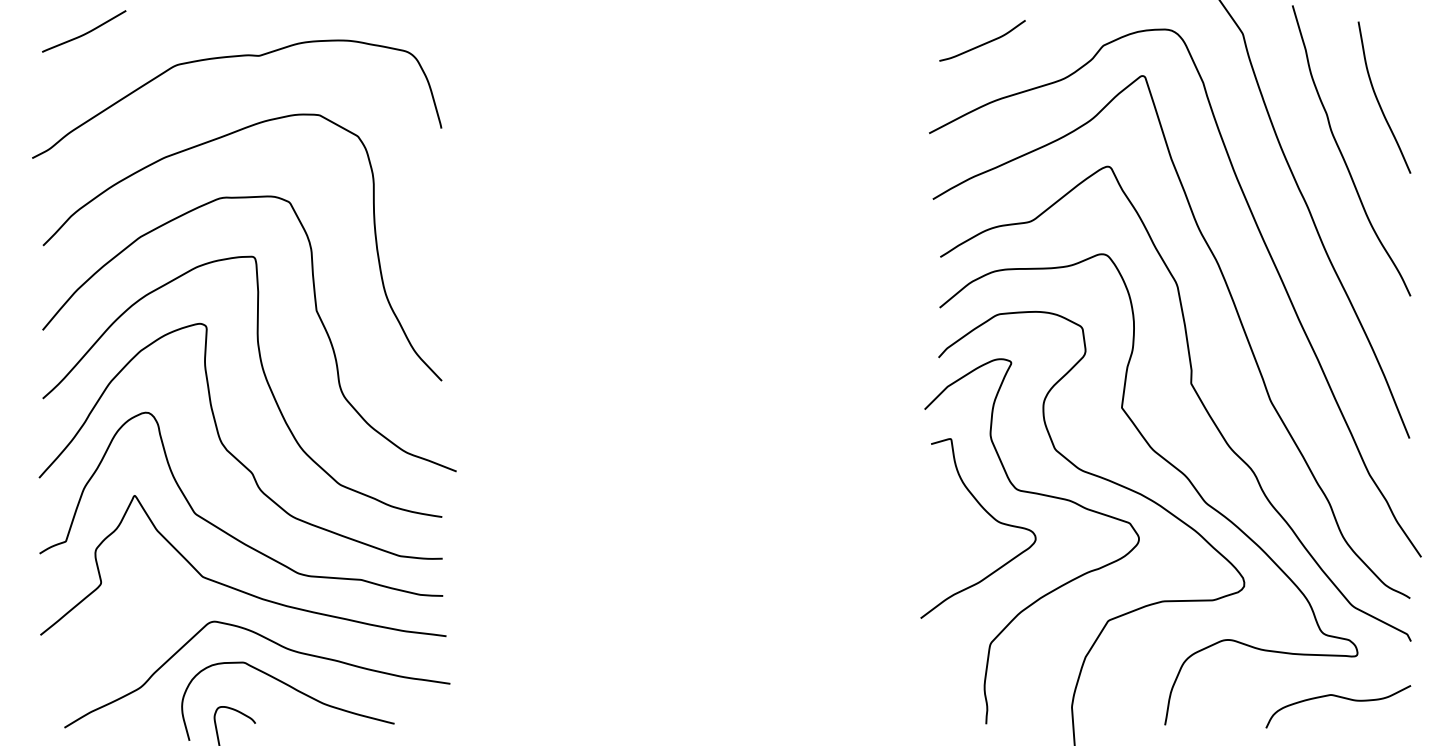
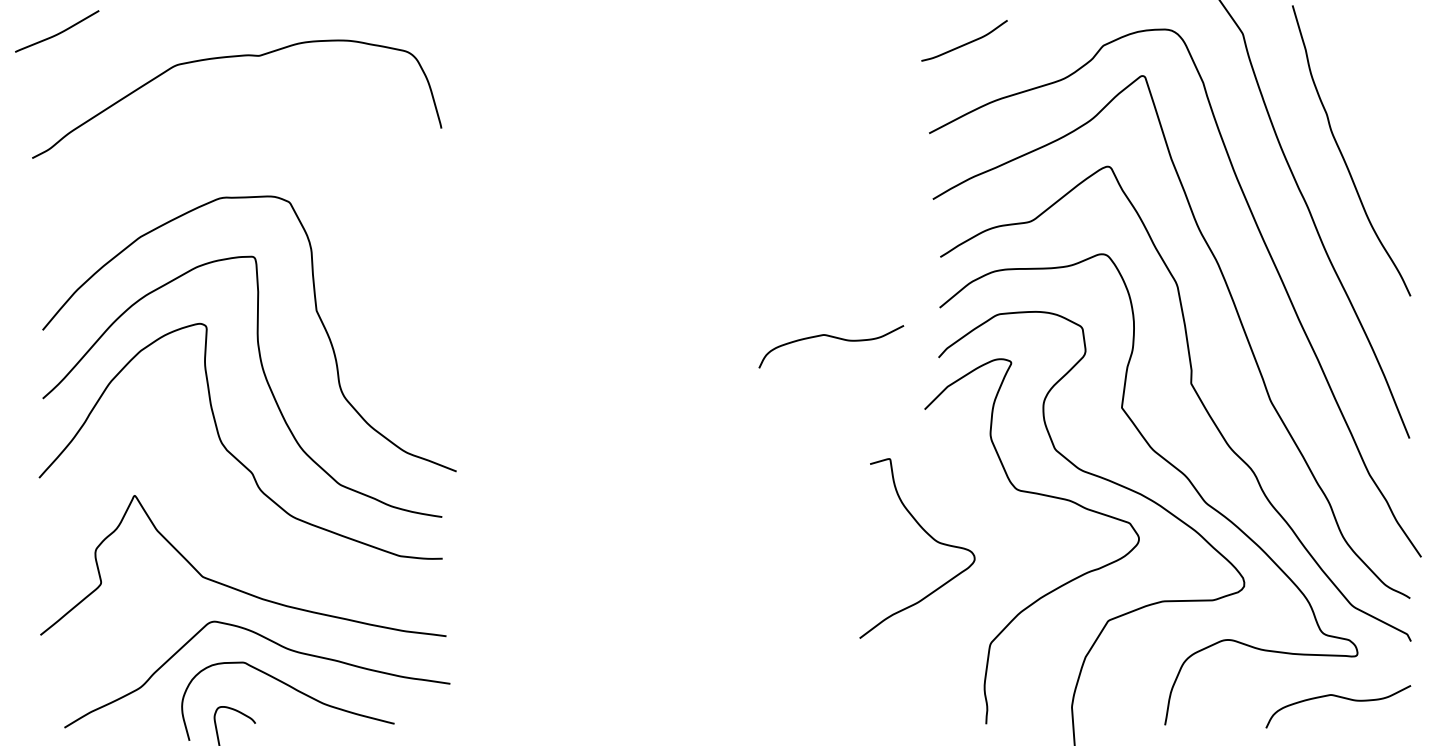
curve at (84, 33) position: (84, 33) -> (57, 33)
curve at (982, 43) position: (982, 43) -> (964, 43)
curve at (1378, 99): present -> none
curve at (207, 143): present -> none
curve at (834, 338): none -> present
curve at (990, 516) position: (990, 516) -> (929, 536)
curve at (224, 530): present -> none
